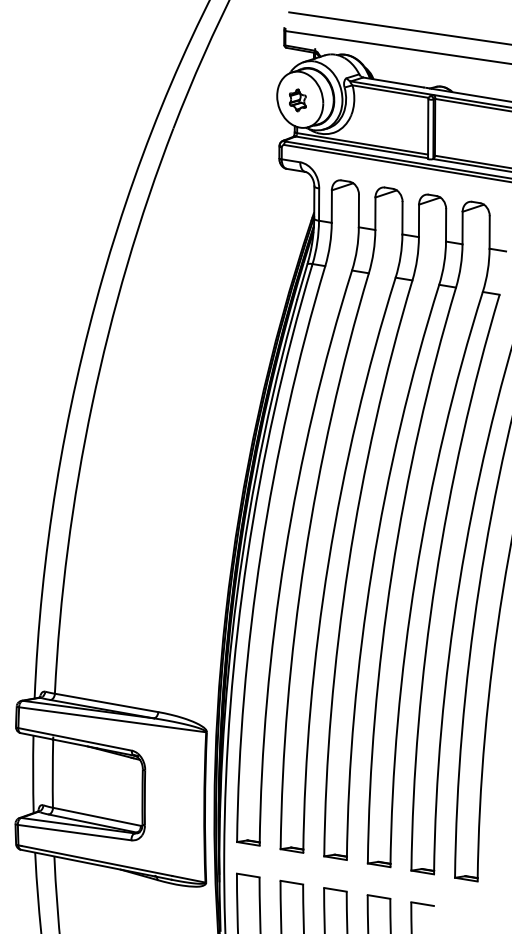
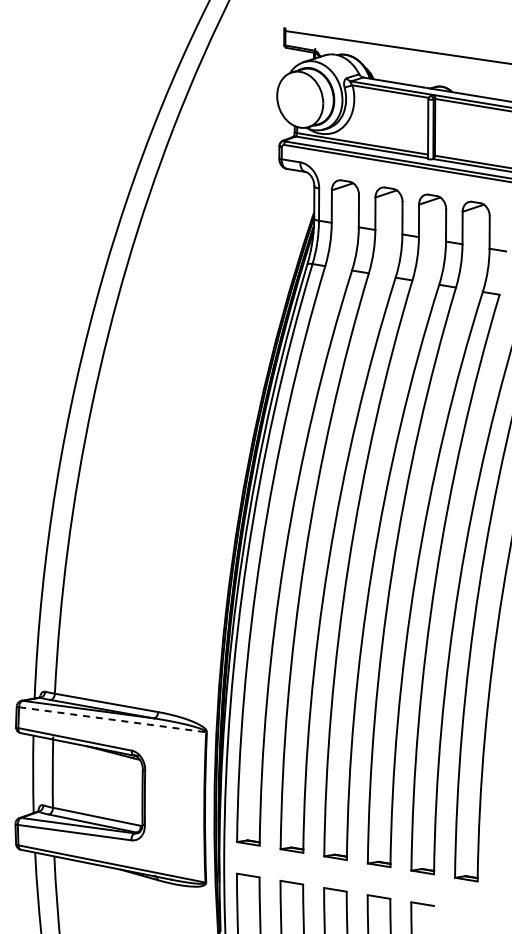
line at (398, 28): present -> none
part at (297, 100): present -> none
line at (113, 719): solid -> dashed
